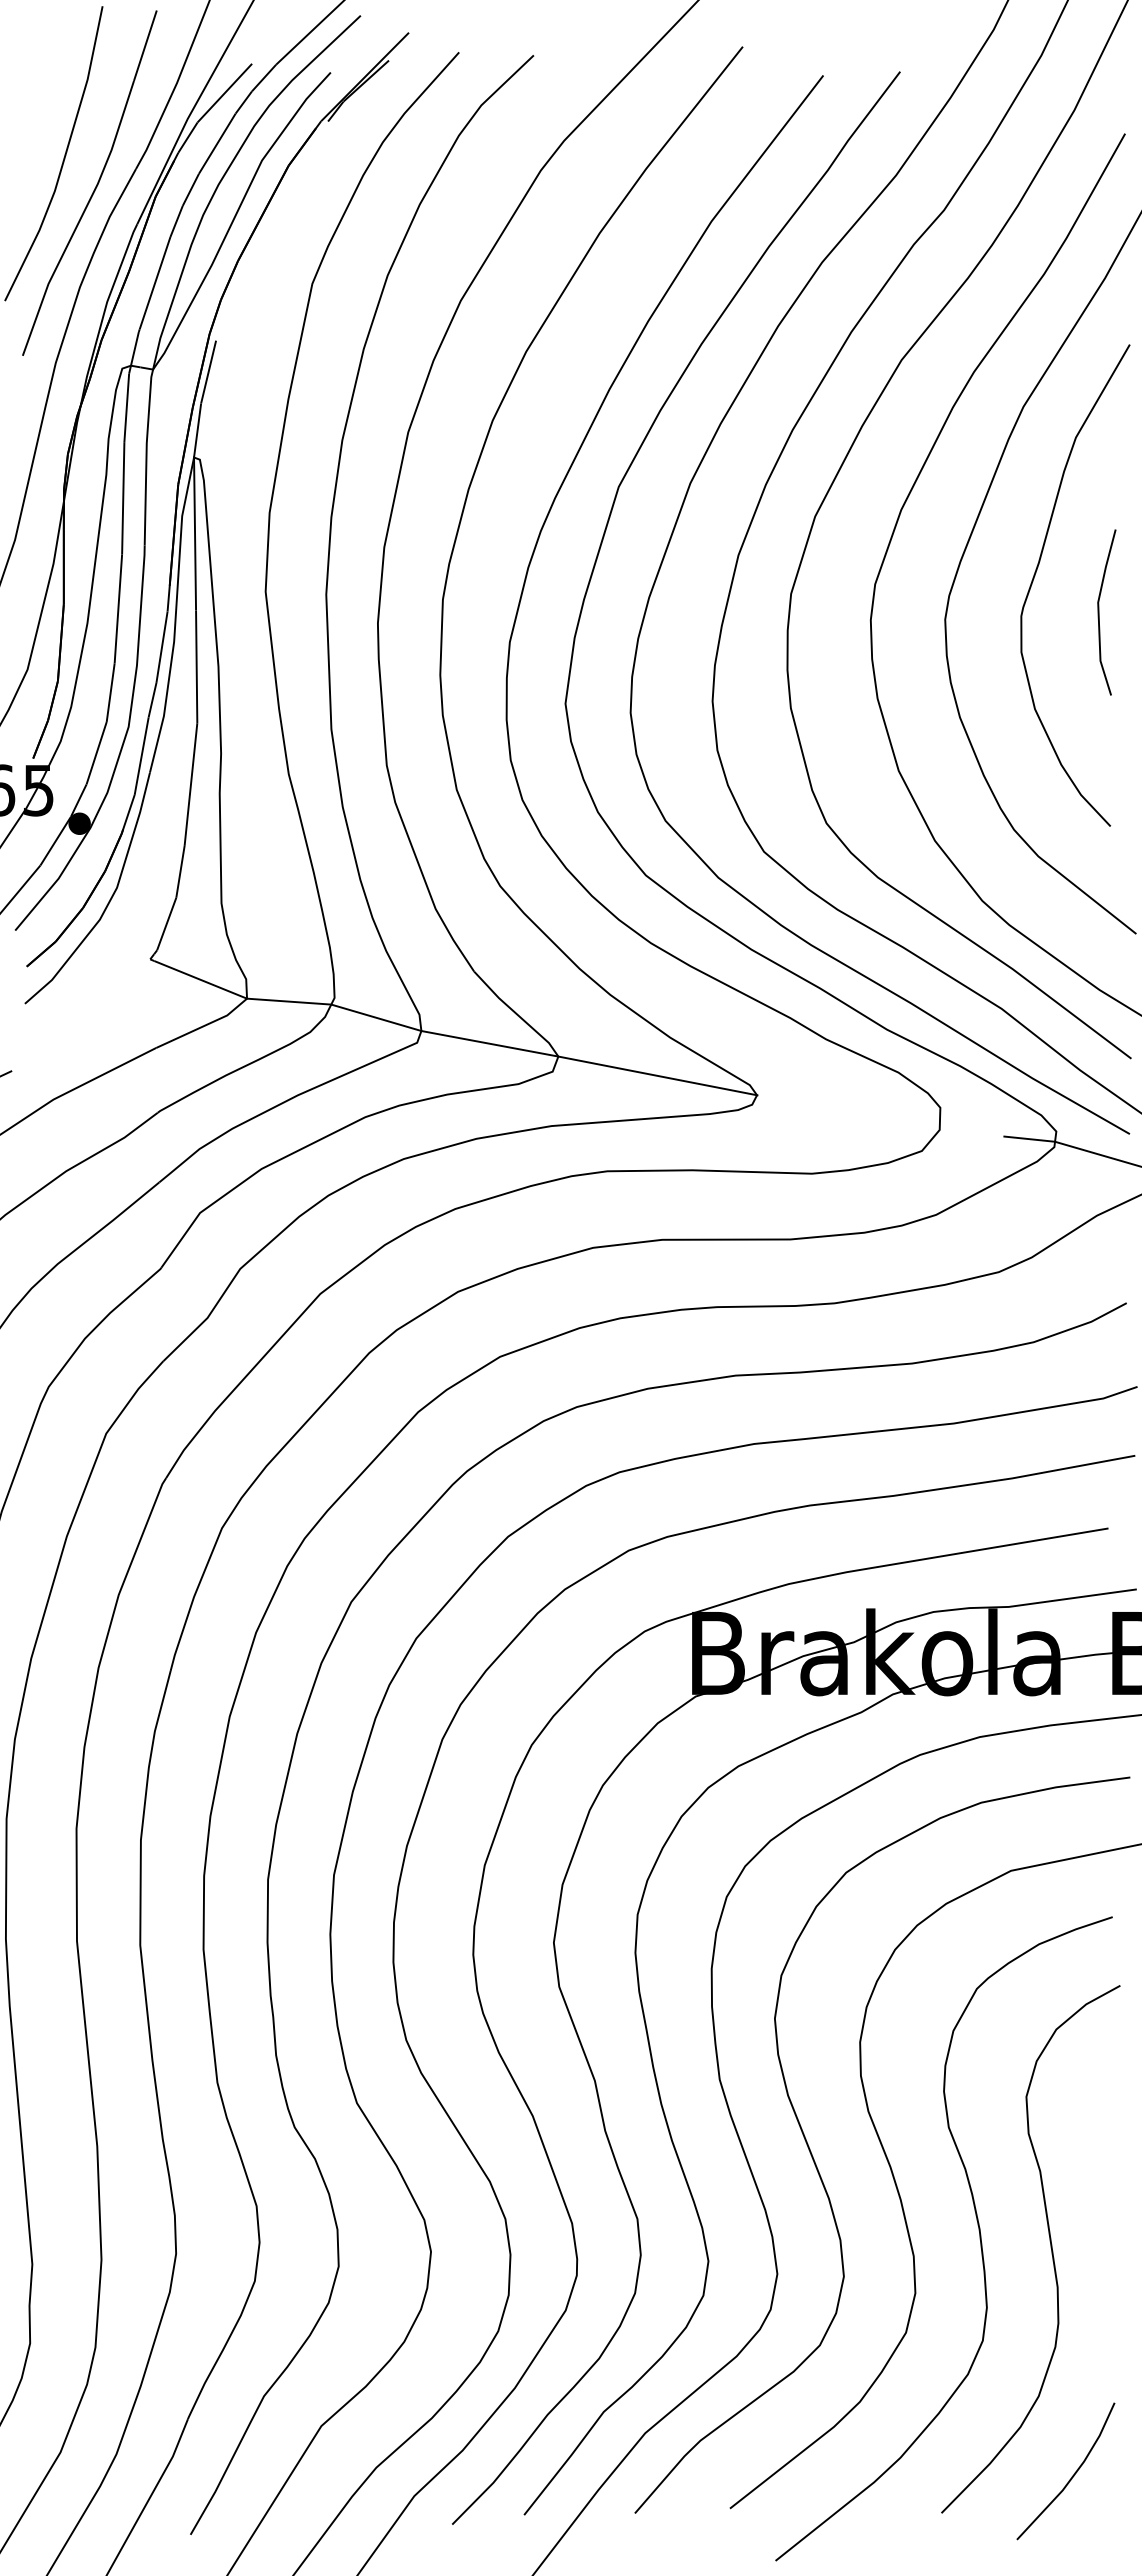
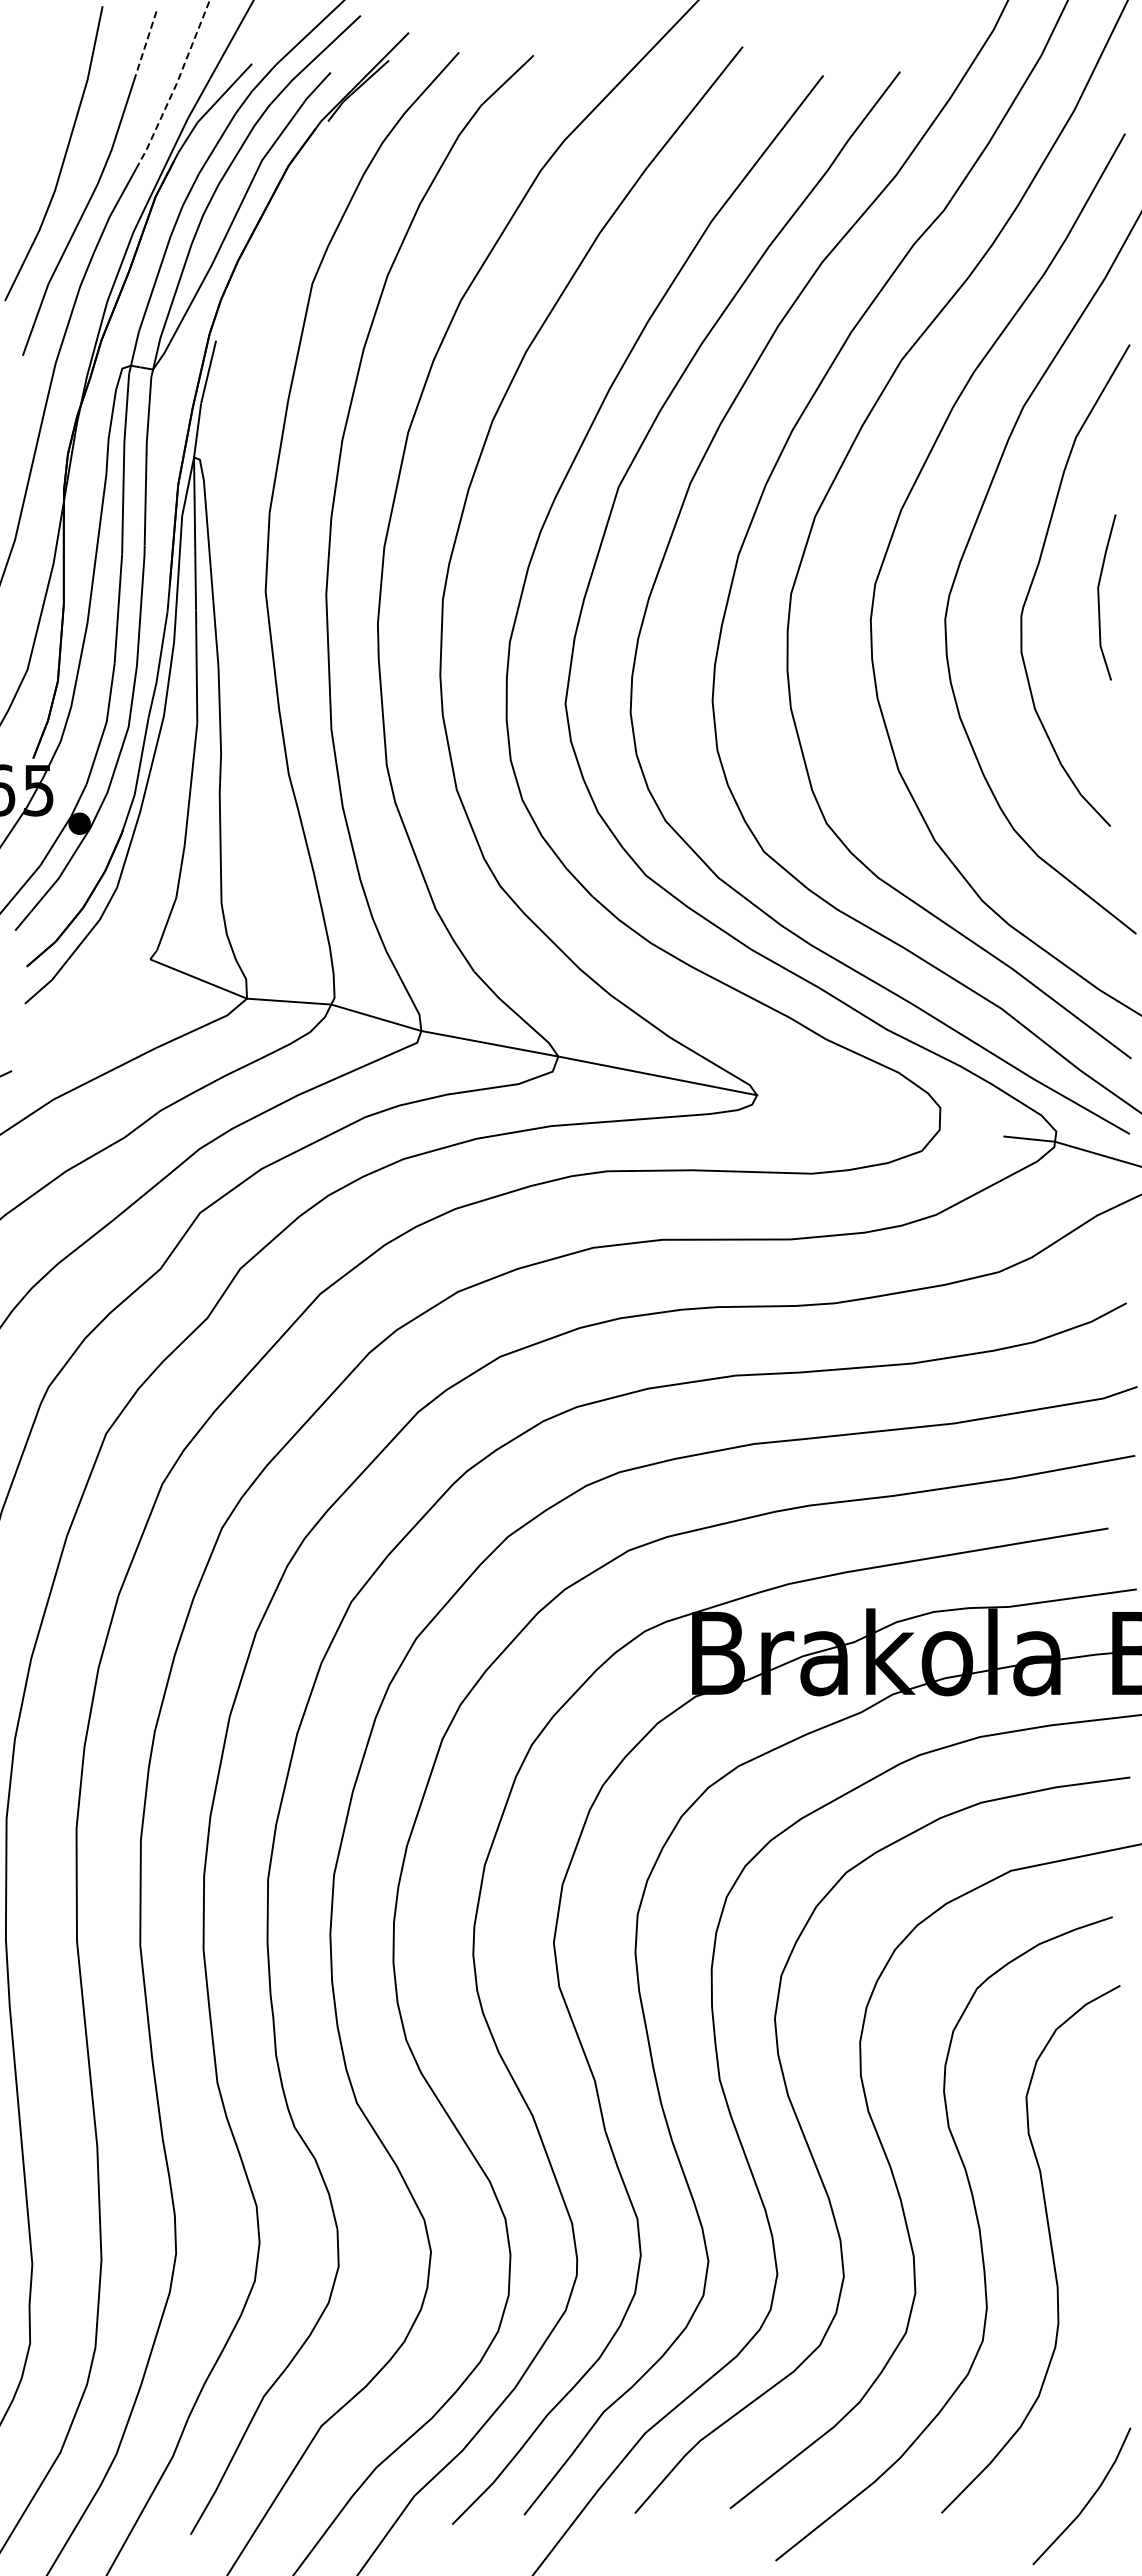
line at (145, 45): solid -> dashed
line at (175, 85): solid -> dashed
line at (1099, 612) position: (1099, 612) -> (1099, 597)
line at (1071, 2476) position: (1071, 2476) -> (1087, 2501)
